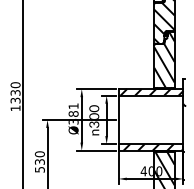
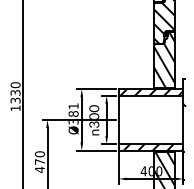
text at (39, 165): 530 -> 470
